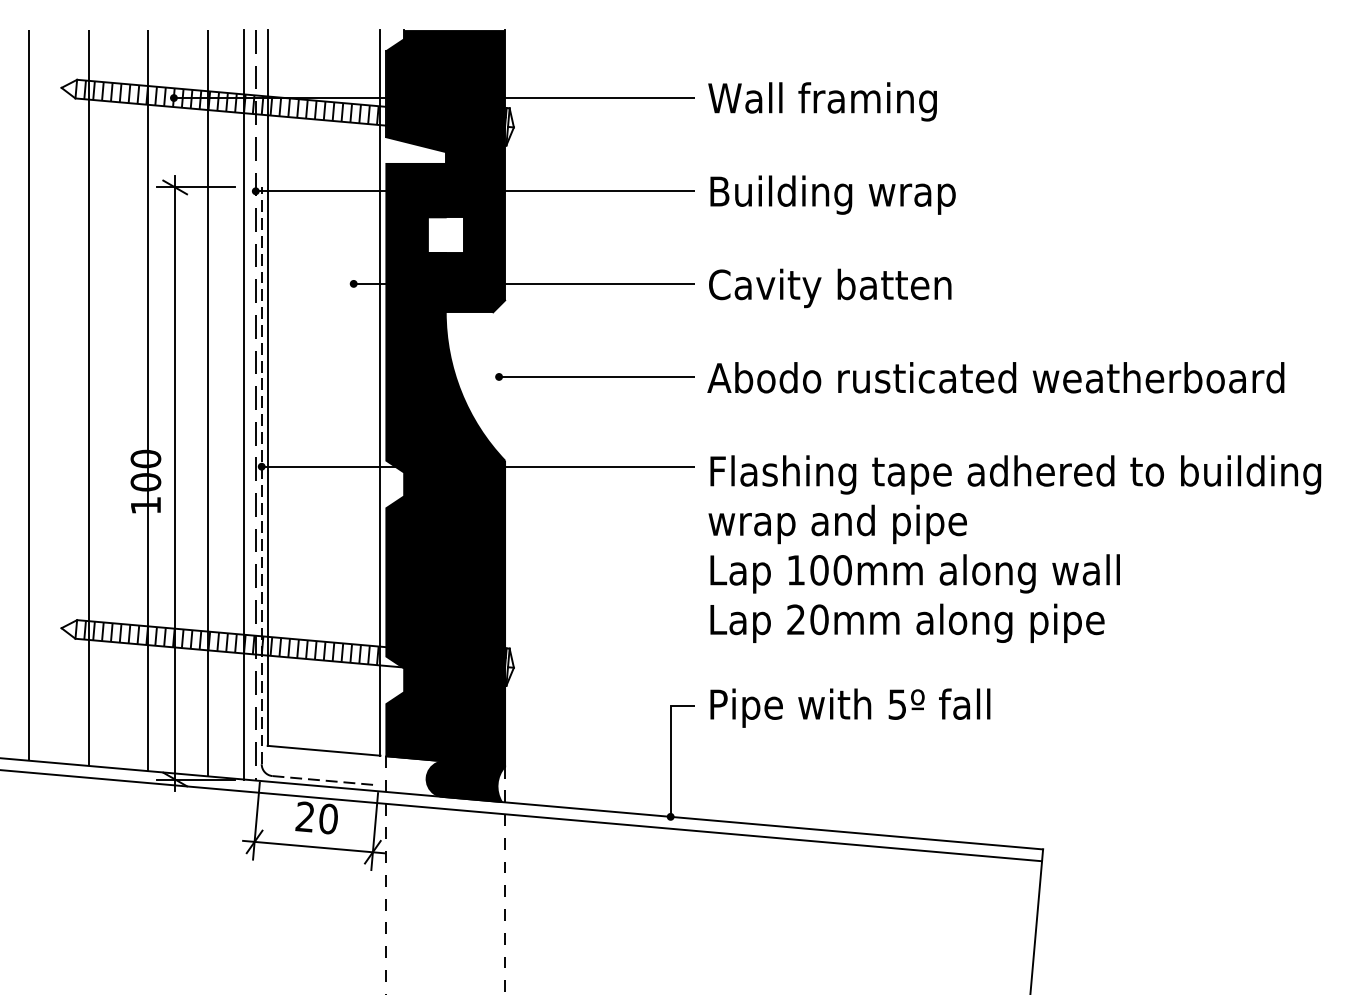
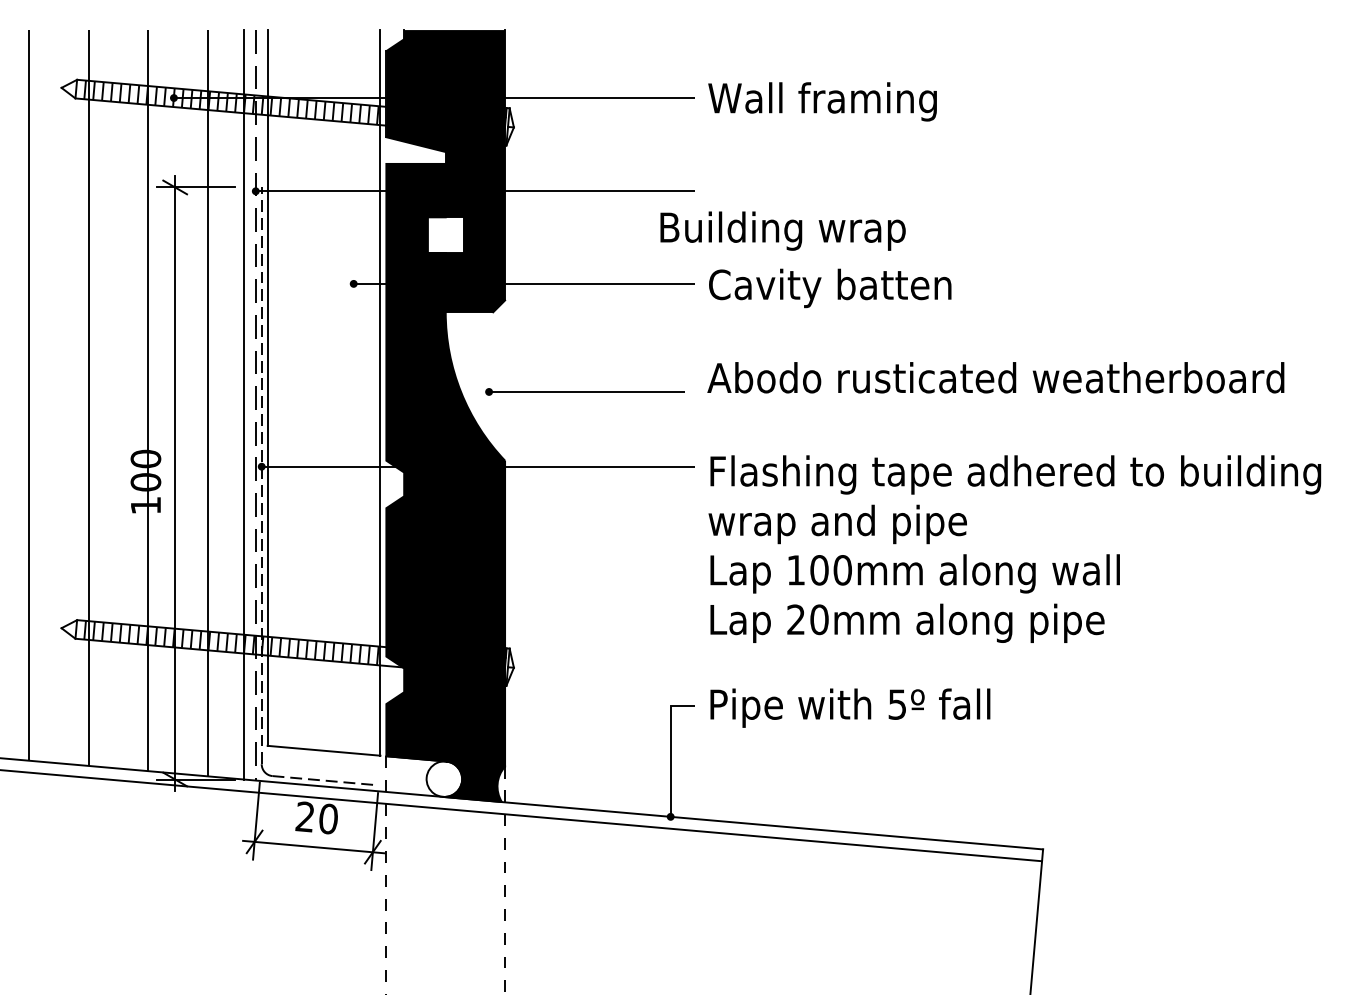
text at (832, 194) position: (832, 194) -> (782, 230)
part at (594, 376) position: (594, 376) -> (584, 391)
fill at (444, 778): present -> none
